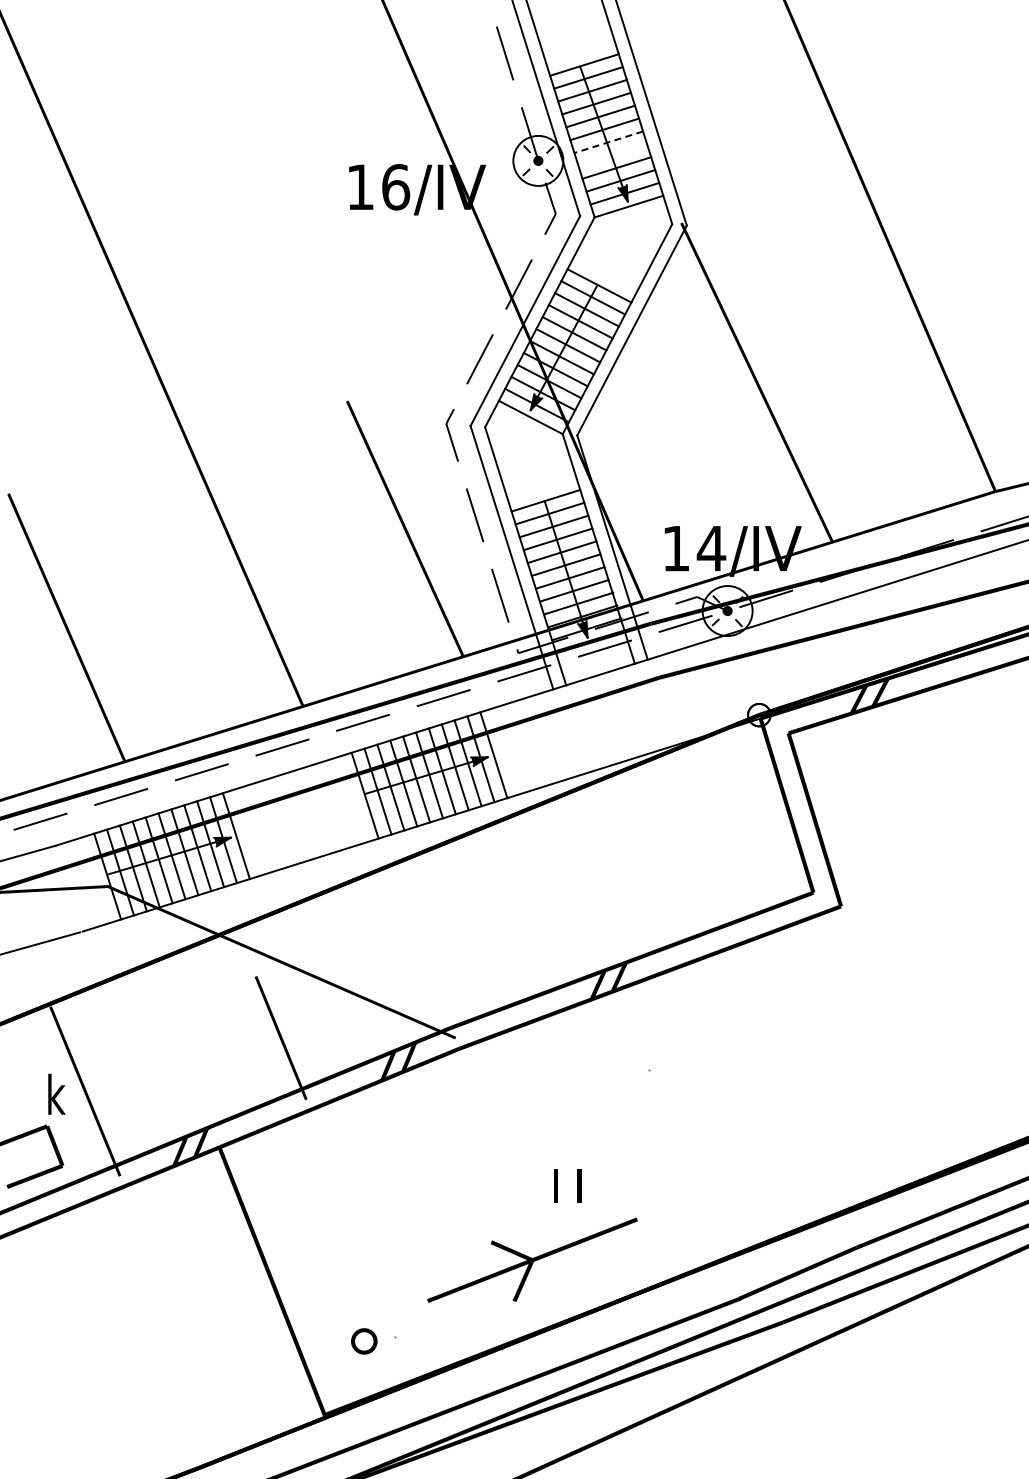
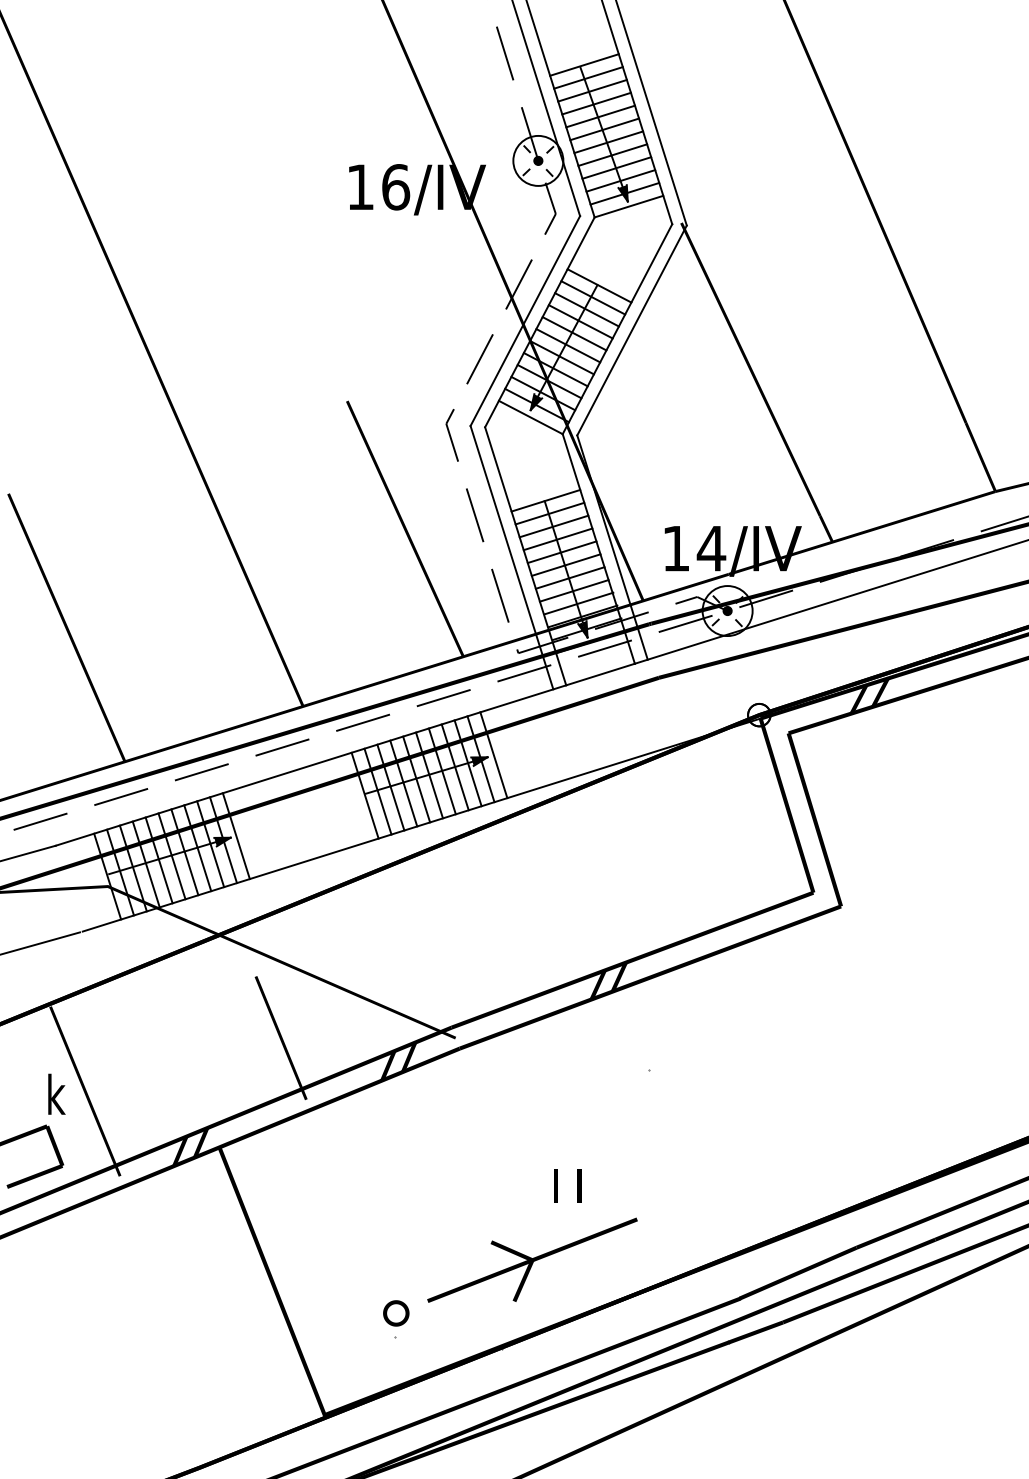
line at (608, 142): dashed -> solid
line at (612, 154): none -> present
part at (364, 1341) position: (364, 1341) -> (396, 1313)
